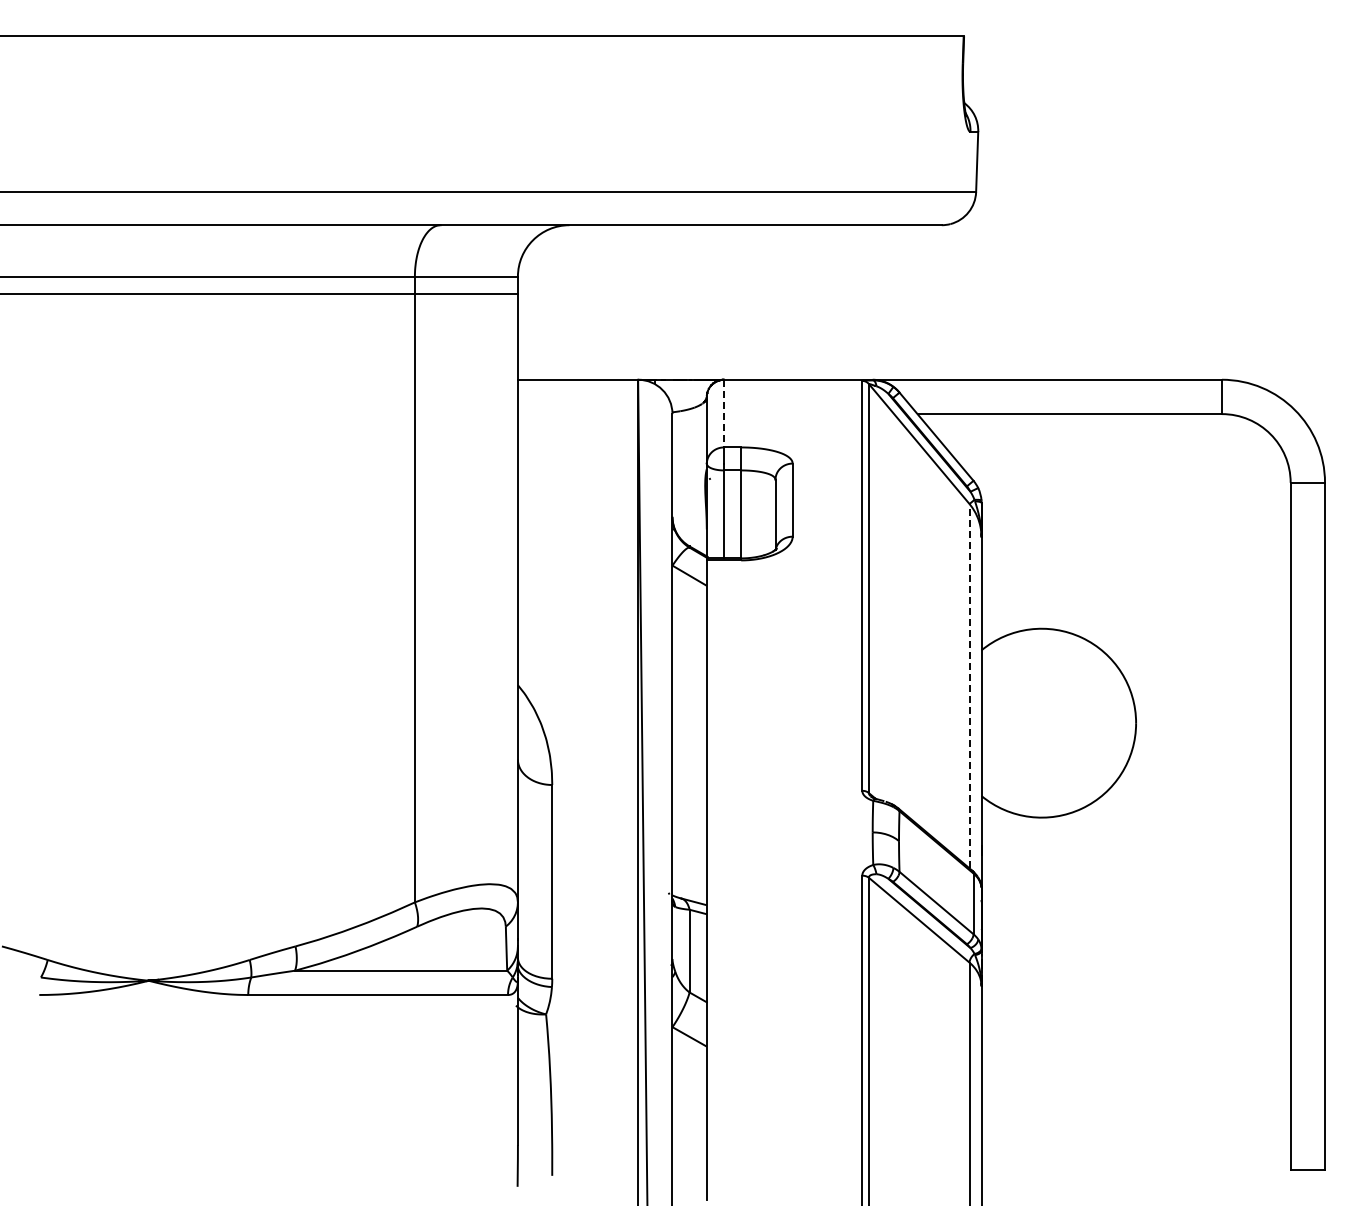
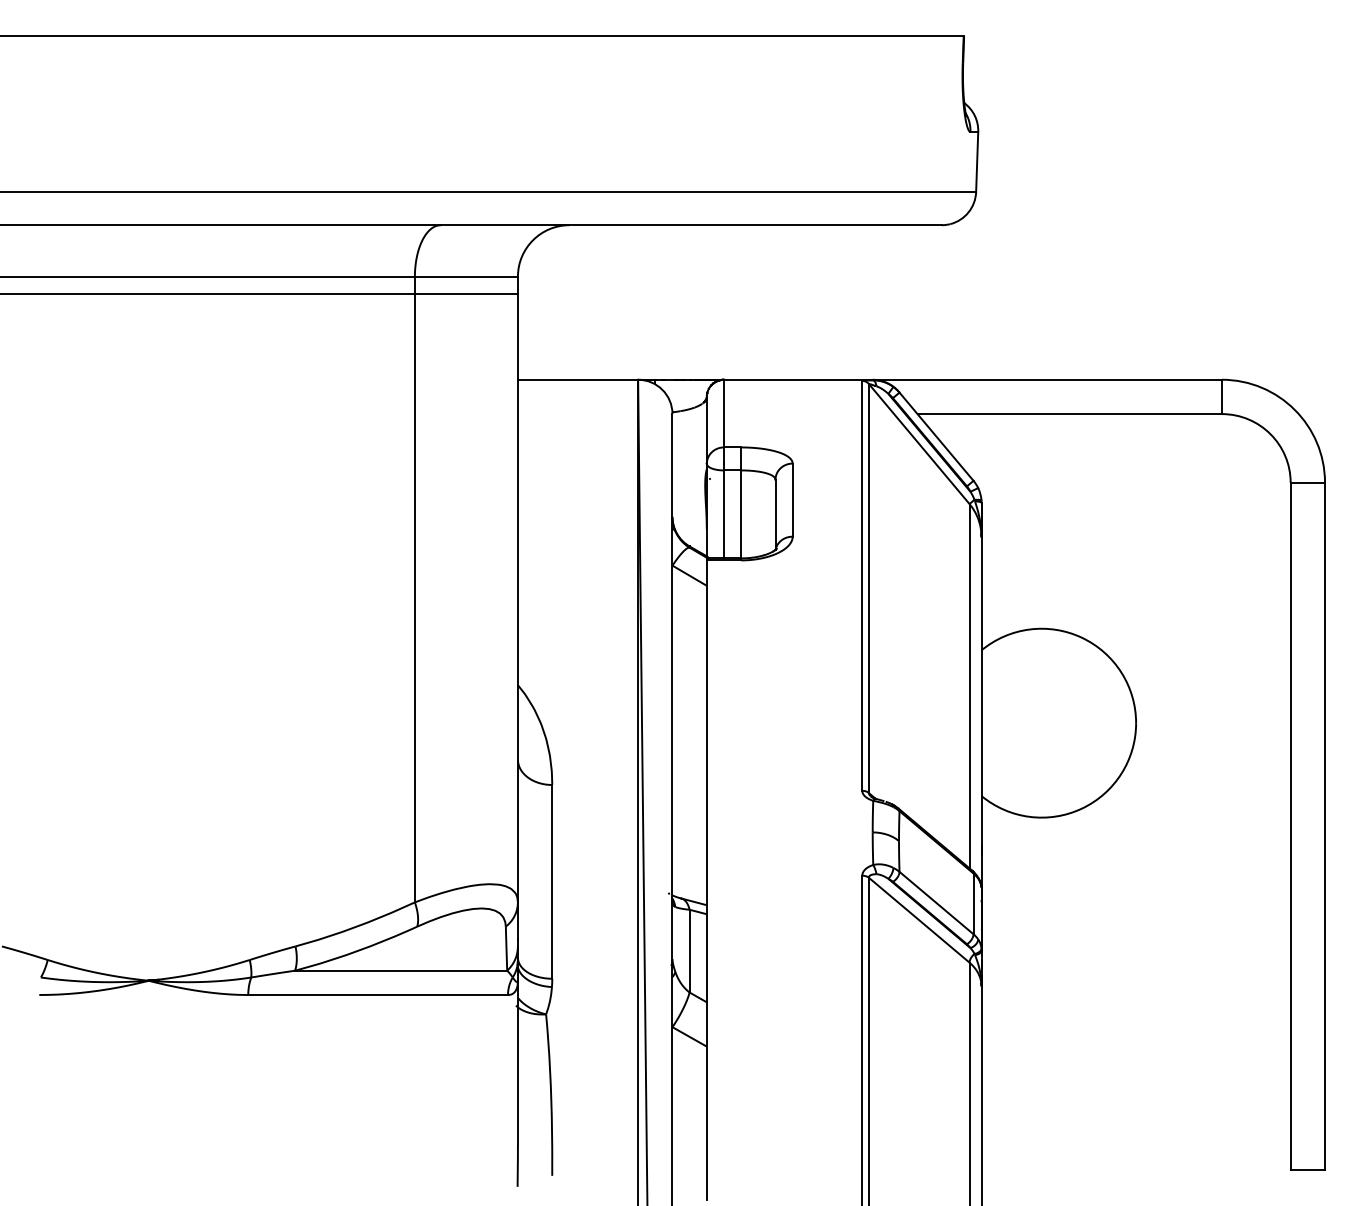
line at (724, 413): dashed -> solid
line at (969, 685): dashed -> solid
